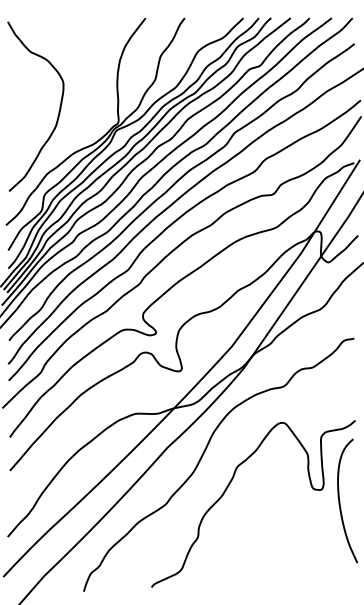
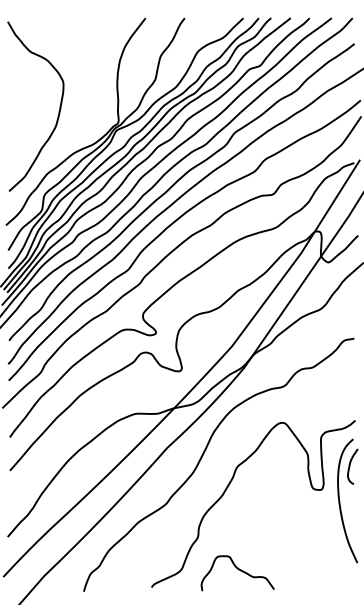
curve at (350, 466): none -> present
curve at (238, 570): none -> present
